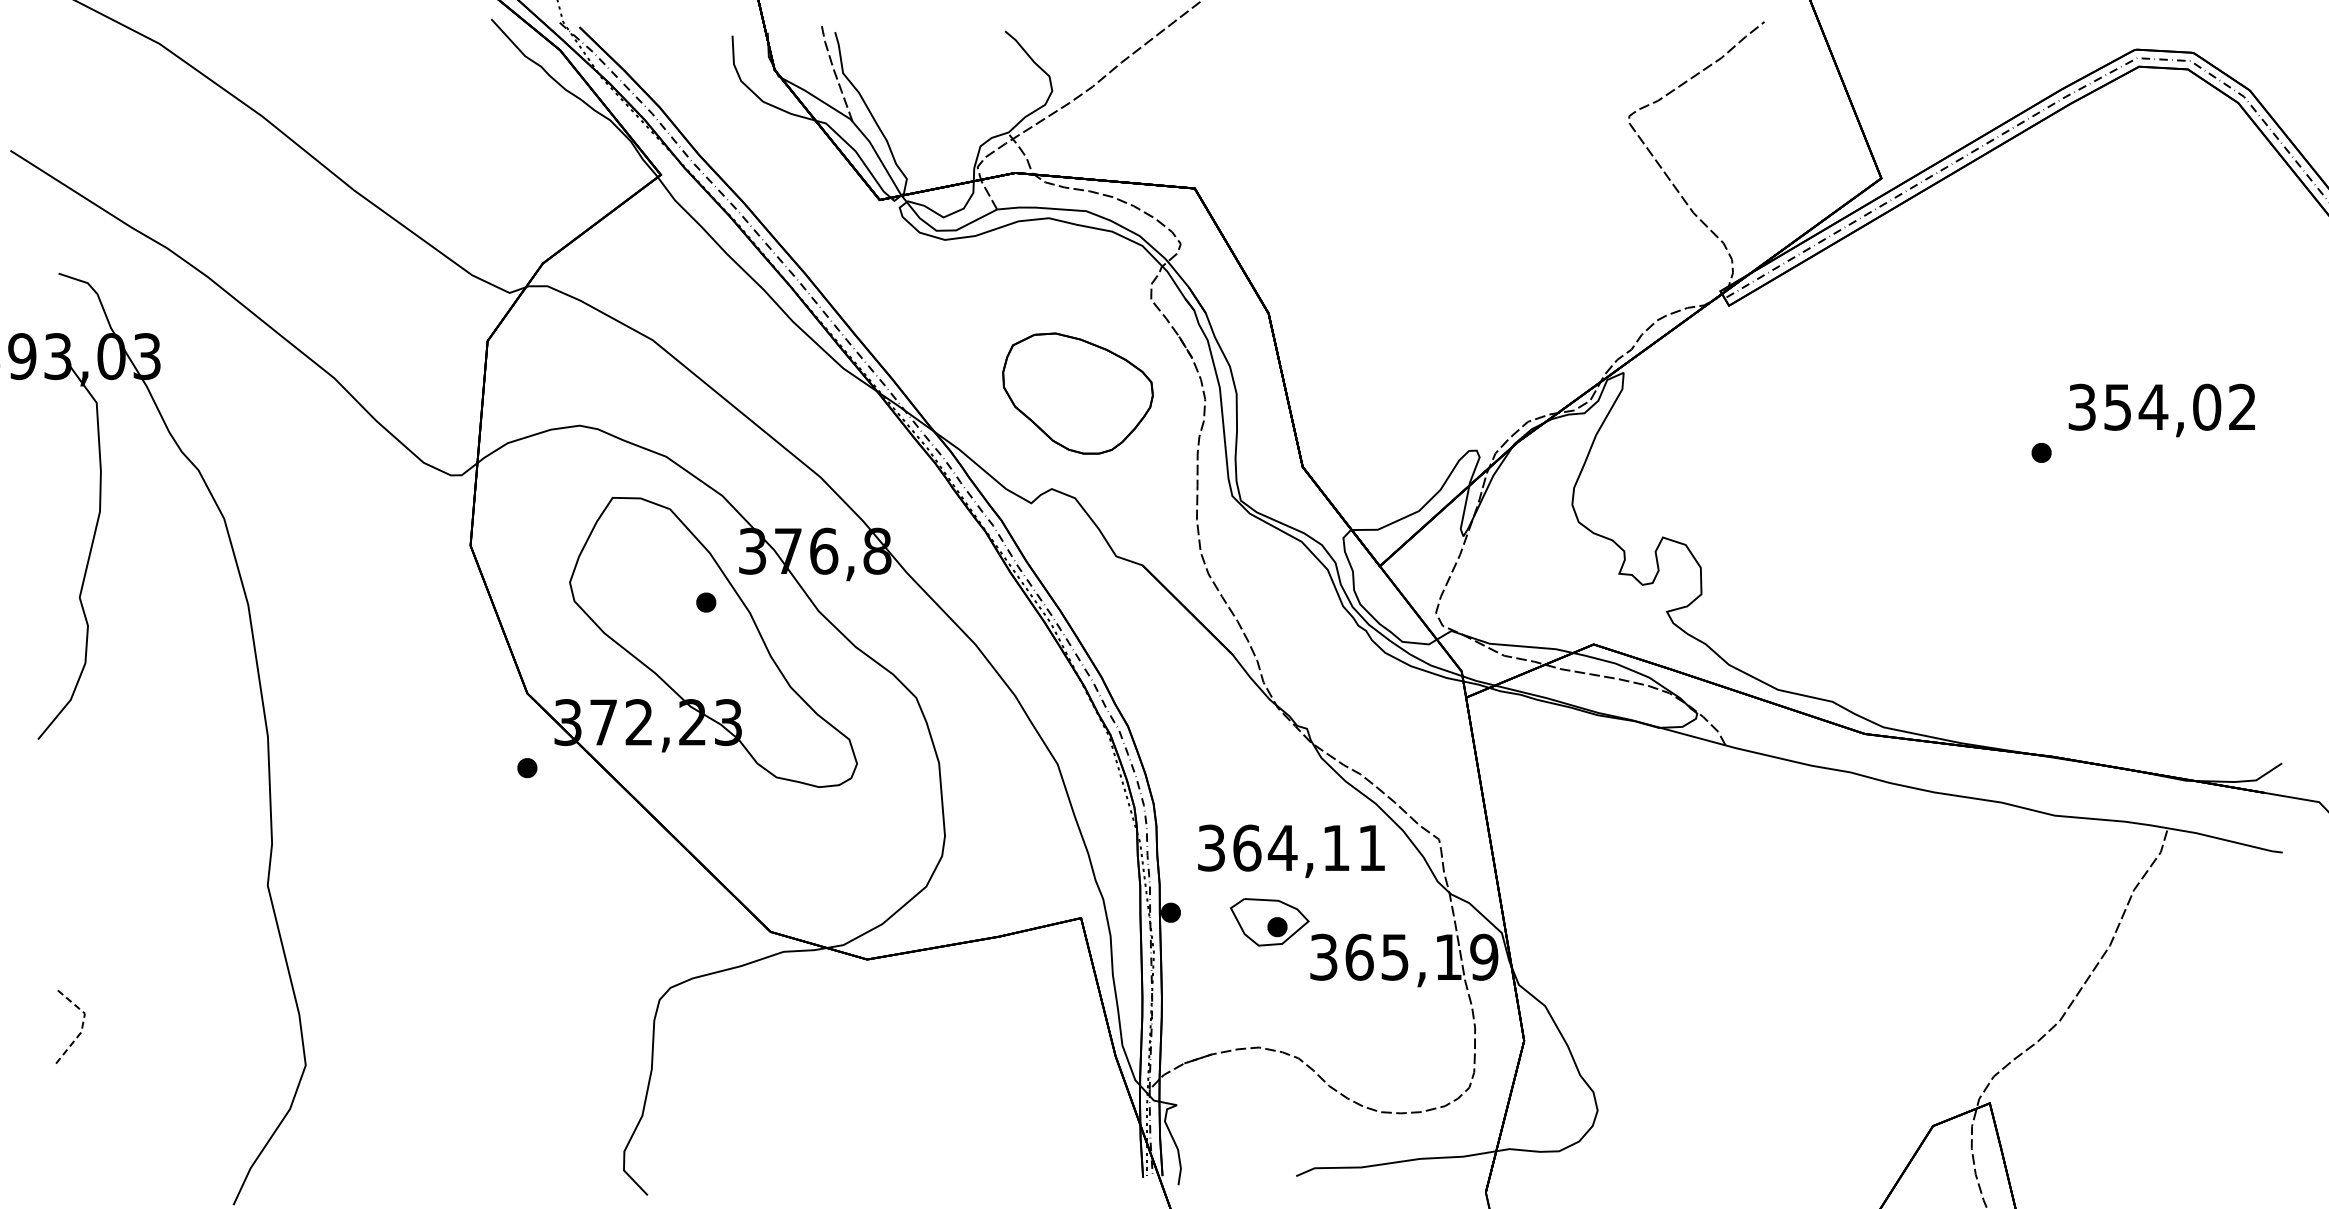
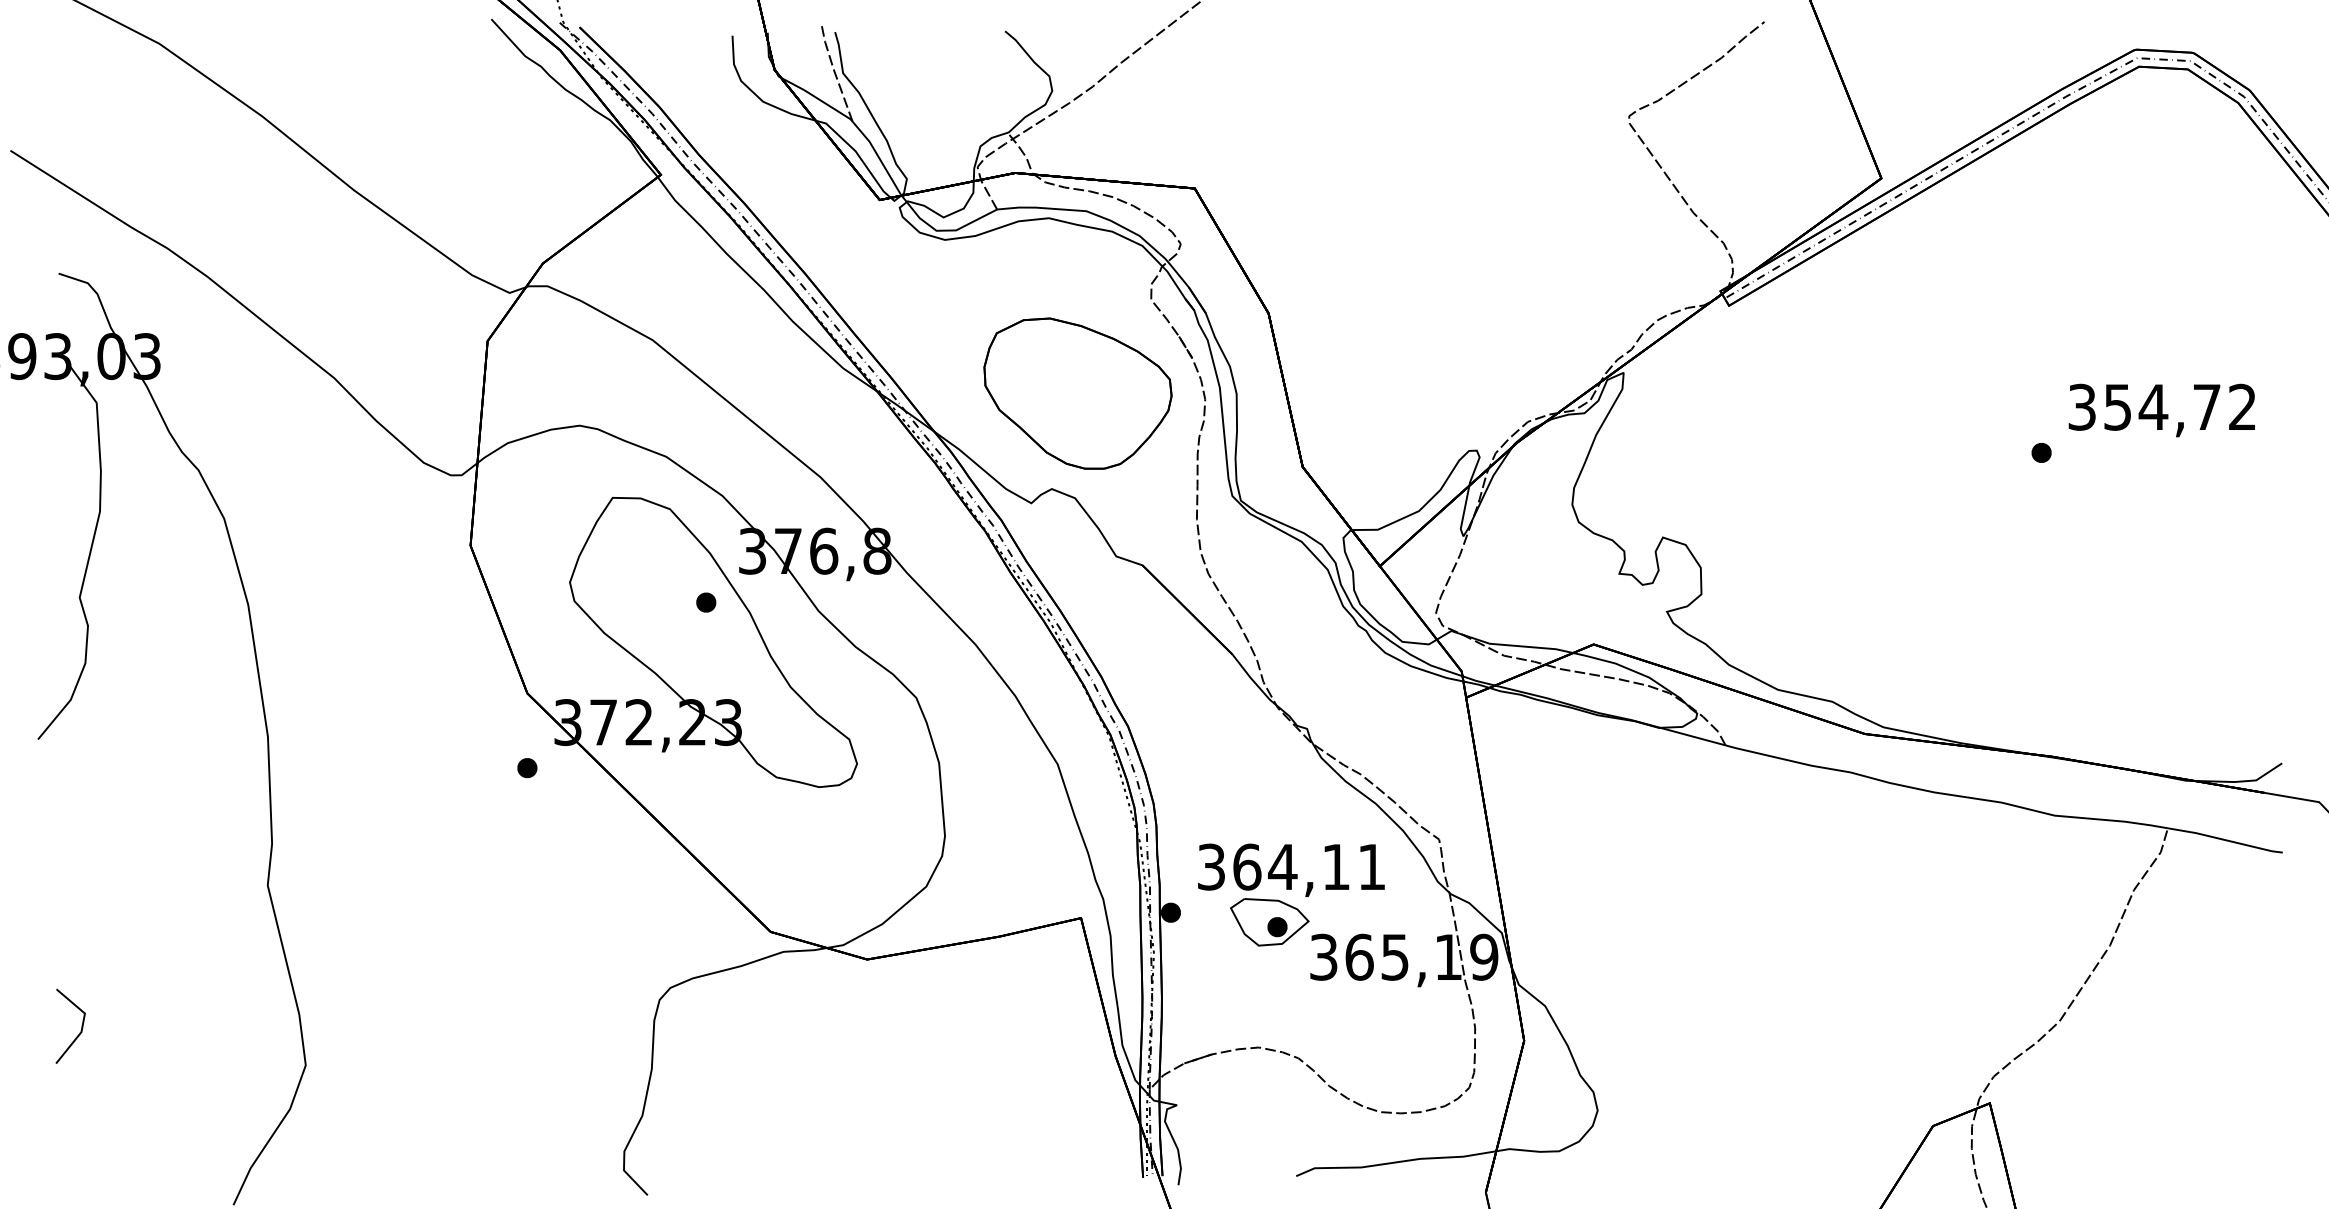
part at (1077, 393) size: 152x123 px -> 190x153 px
text at (2207, 406): 354,02 -> 354,72
text at (1291, 850) position: (1291, 850) -> (1291, 869)
line at (82, 1024): dashed -> solid
